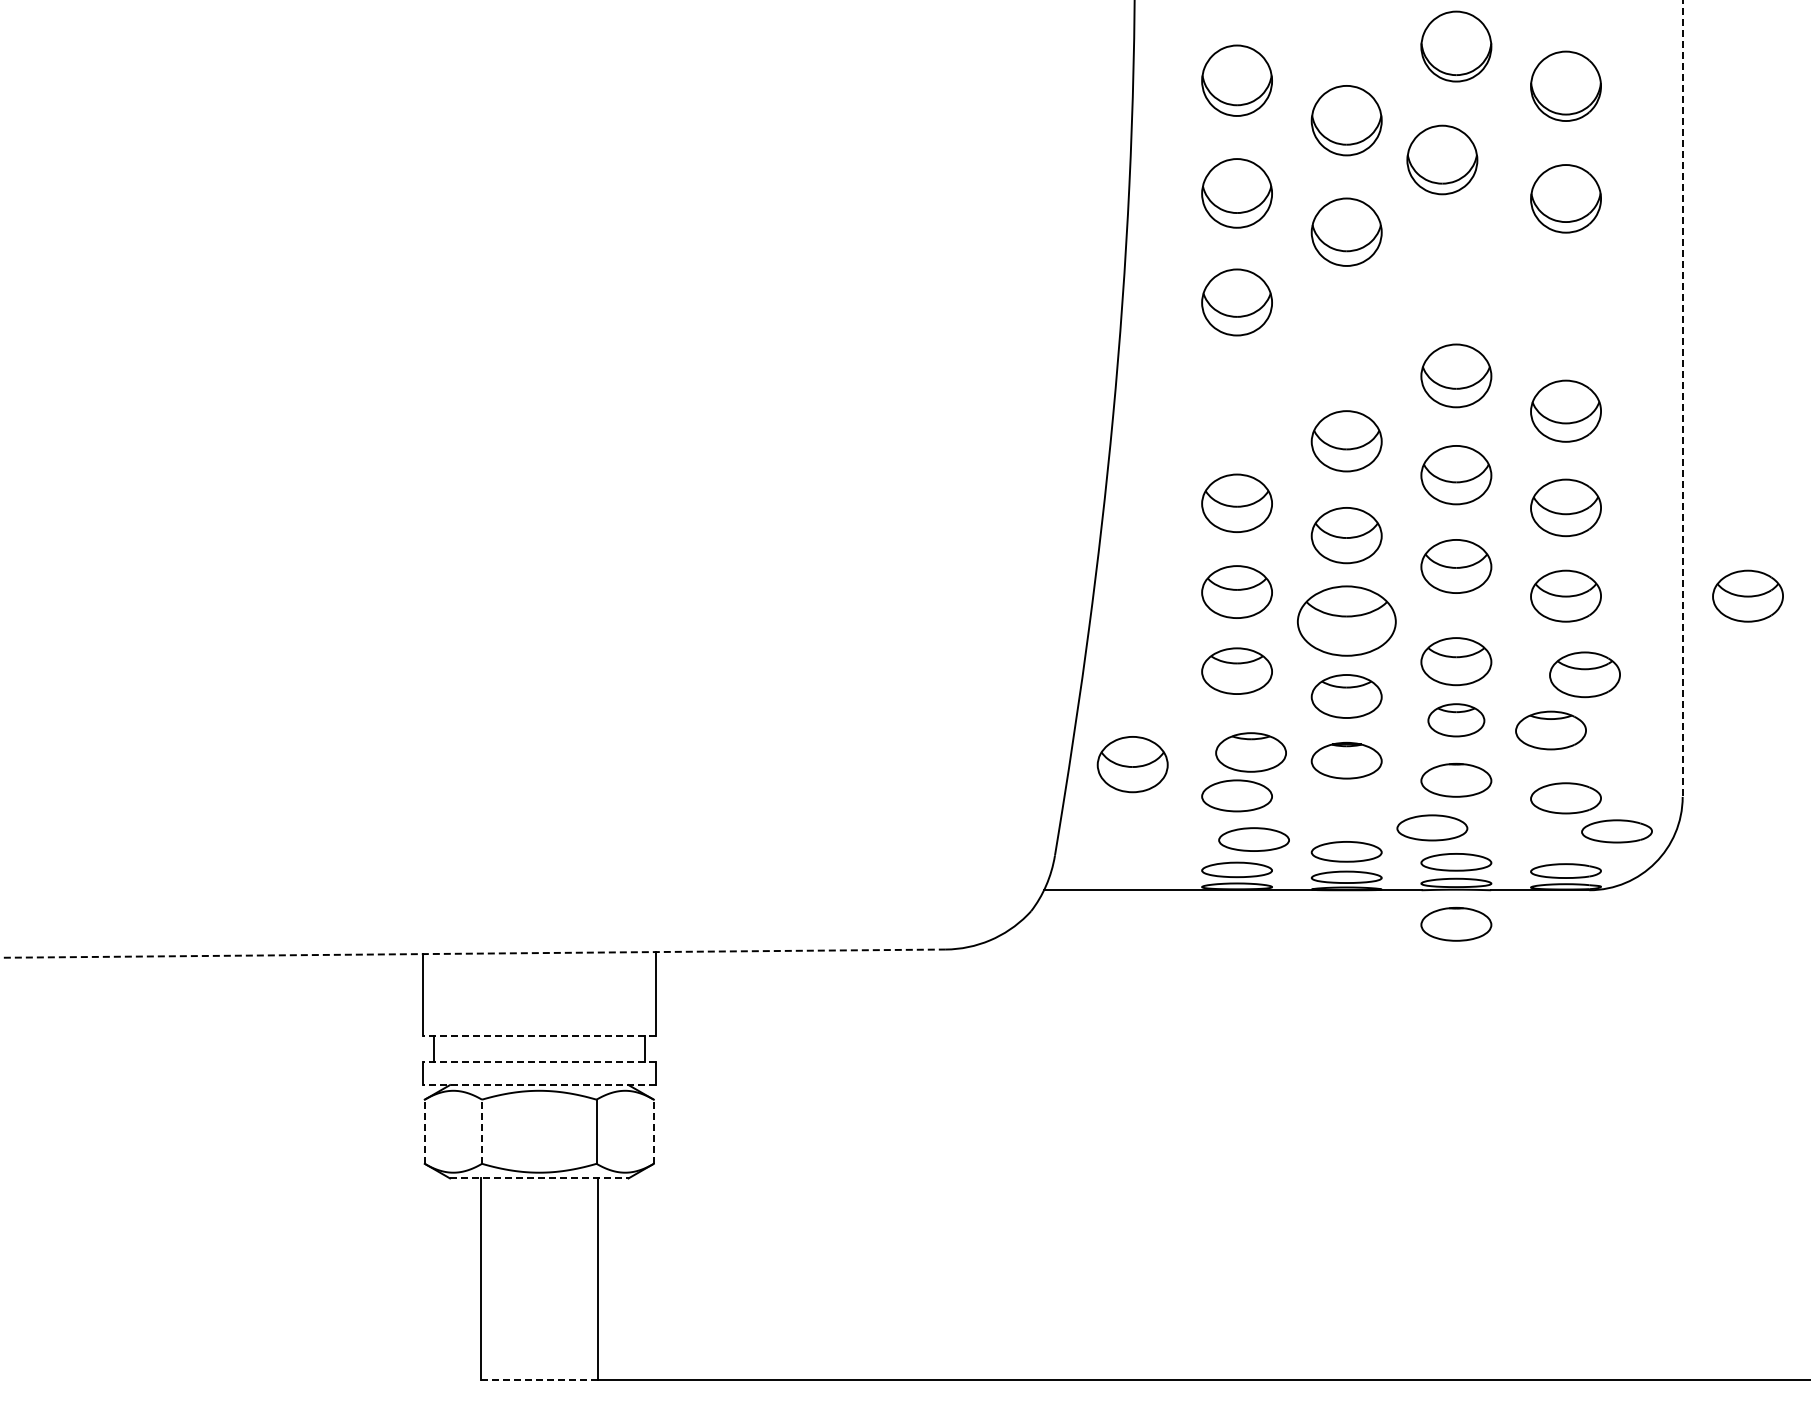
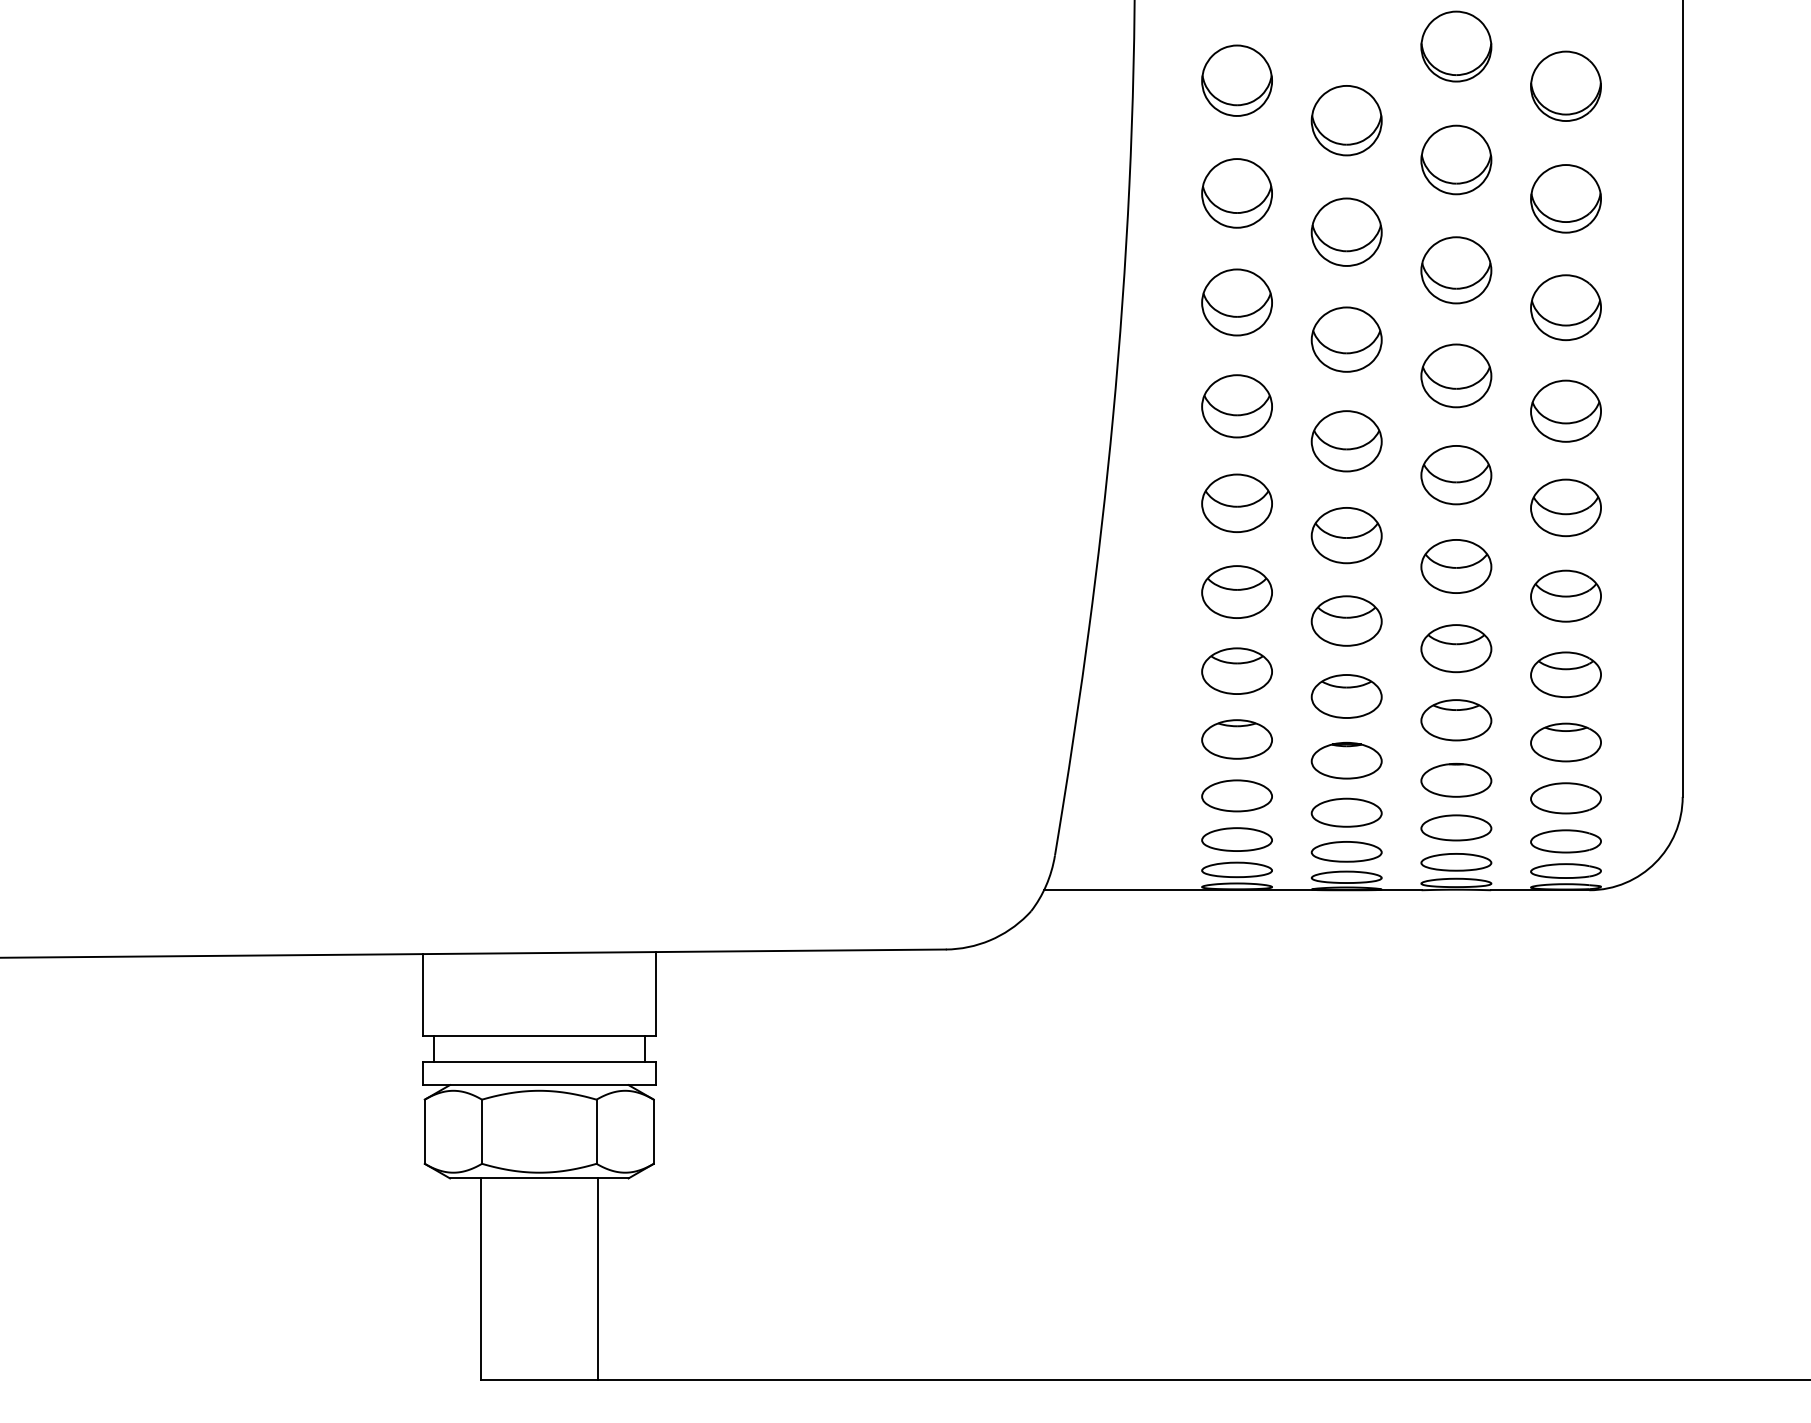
part at (1442, 159) position: (1442, 159) -> (1456, 159)
part at (1456, 270): none -> present
part at (1565, 307): none -> present
part at (1346, 339): none -> present
line at (1682, 399): dashed -> solid
part at (1236, 406): none -> present
part at (1747, 595): present -> none
part at (1346, 620) size: 100x72 px -> 73x52 px
part at (1456, 661) position: (1456, 661) -> (1456, 648)
part at (1584, 674) position: (1584, 674) -> (1565, 674)
part at (1456, 720) size: 59x35 px -> 73x43 px
part at (1550, 730) position: (1550, 730) -> (1565, 742)
part at (1250, 752) position: (1250, 752) -> (1236, 739)
part at (1132, 764): present -> none
part at (1346, 812): none -> present
part at (1432, 827) position: (1432, 827) -> (1456, 827)
part at (1616, 831) position: (1616, 831) -> (1565, 841)
part at (1253, 839) position: (1253, 839) -> (1236, 839)
part at (1456, 923): present -> none
line at (472, 953): dashed -> solid
line at (539, 1036): dashed -> solid
line at (539, 1061): dashed -> solid
line at (539, 1085): dashed -> solid
line at (424, 1131): dashed -> solid
line at (482, 1131): dashed -> solid
line at (653, 1131): dashed -> solid
line at (539, 1178): dashed -> solid
line at (538, 1380): dashed -> solid
